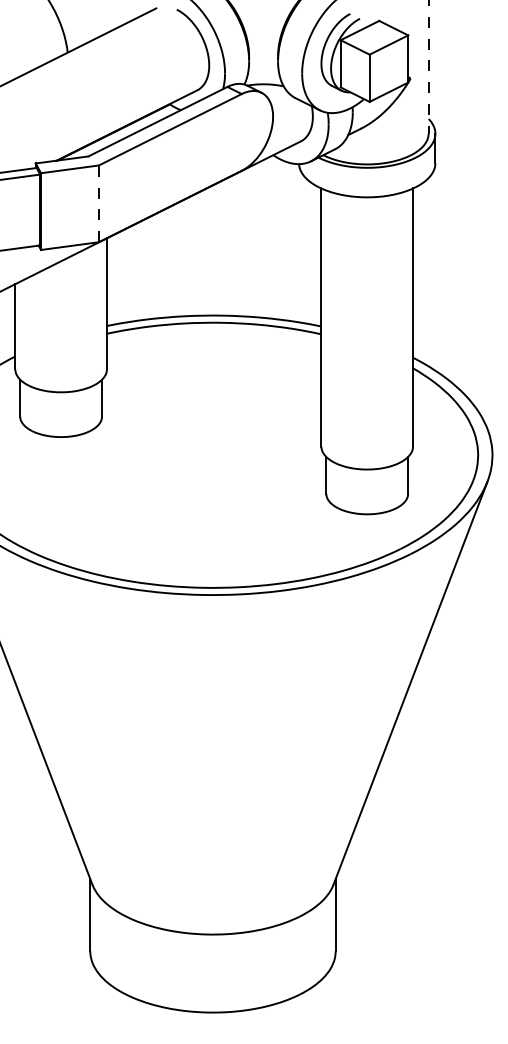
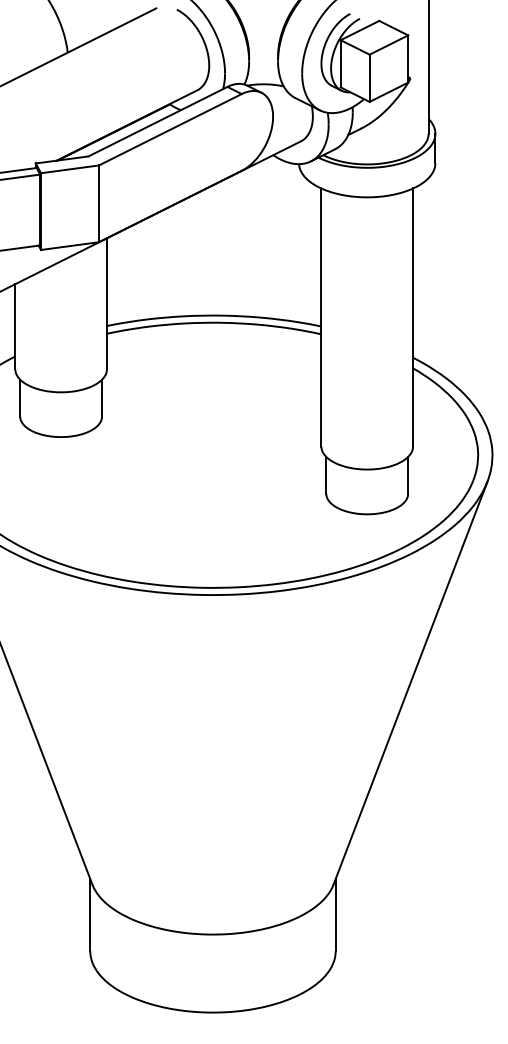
line at (428, 67): dashed -> solid
line at (98, 203): dashed -> solid
